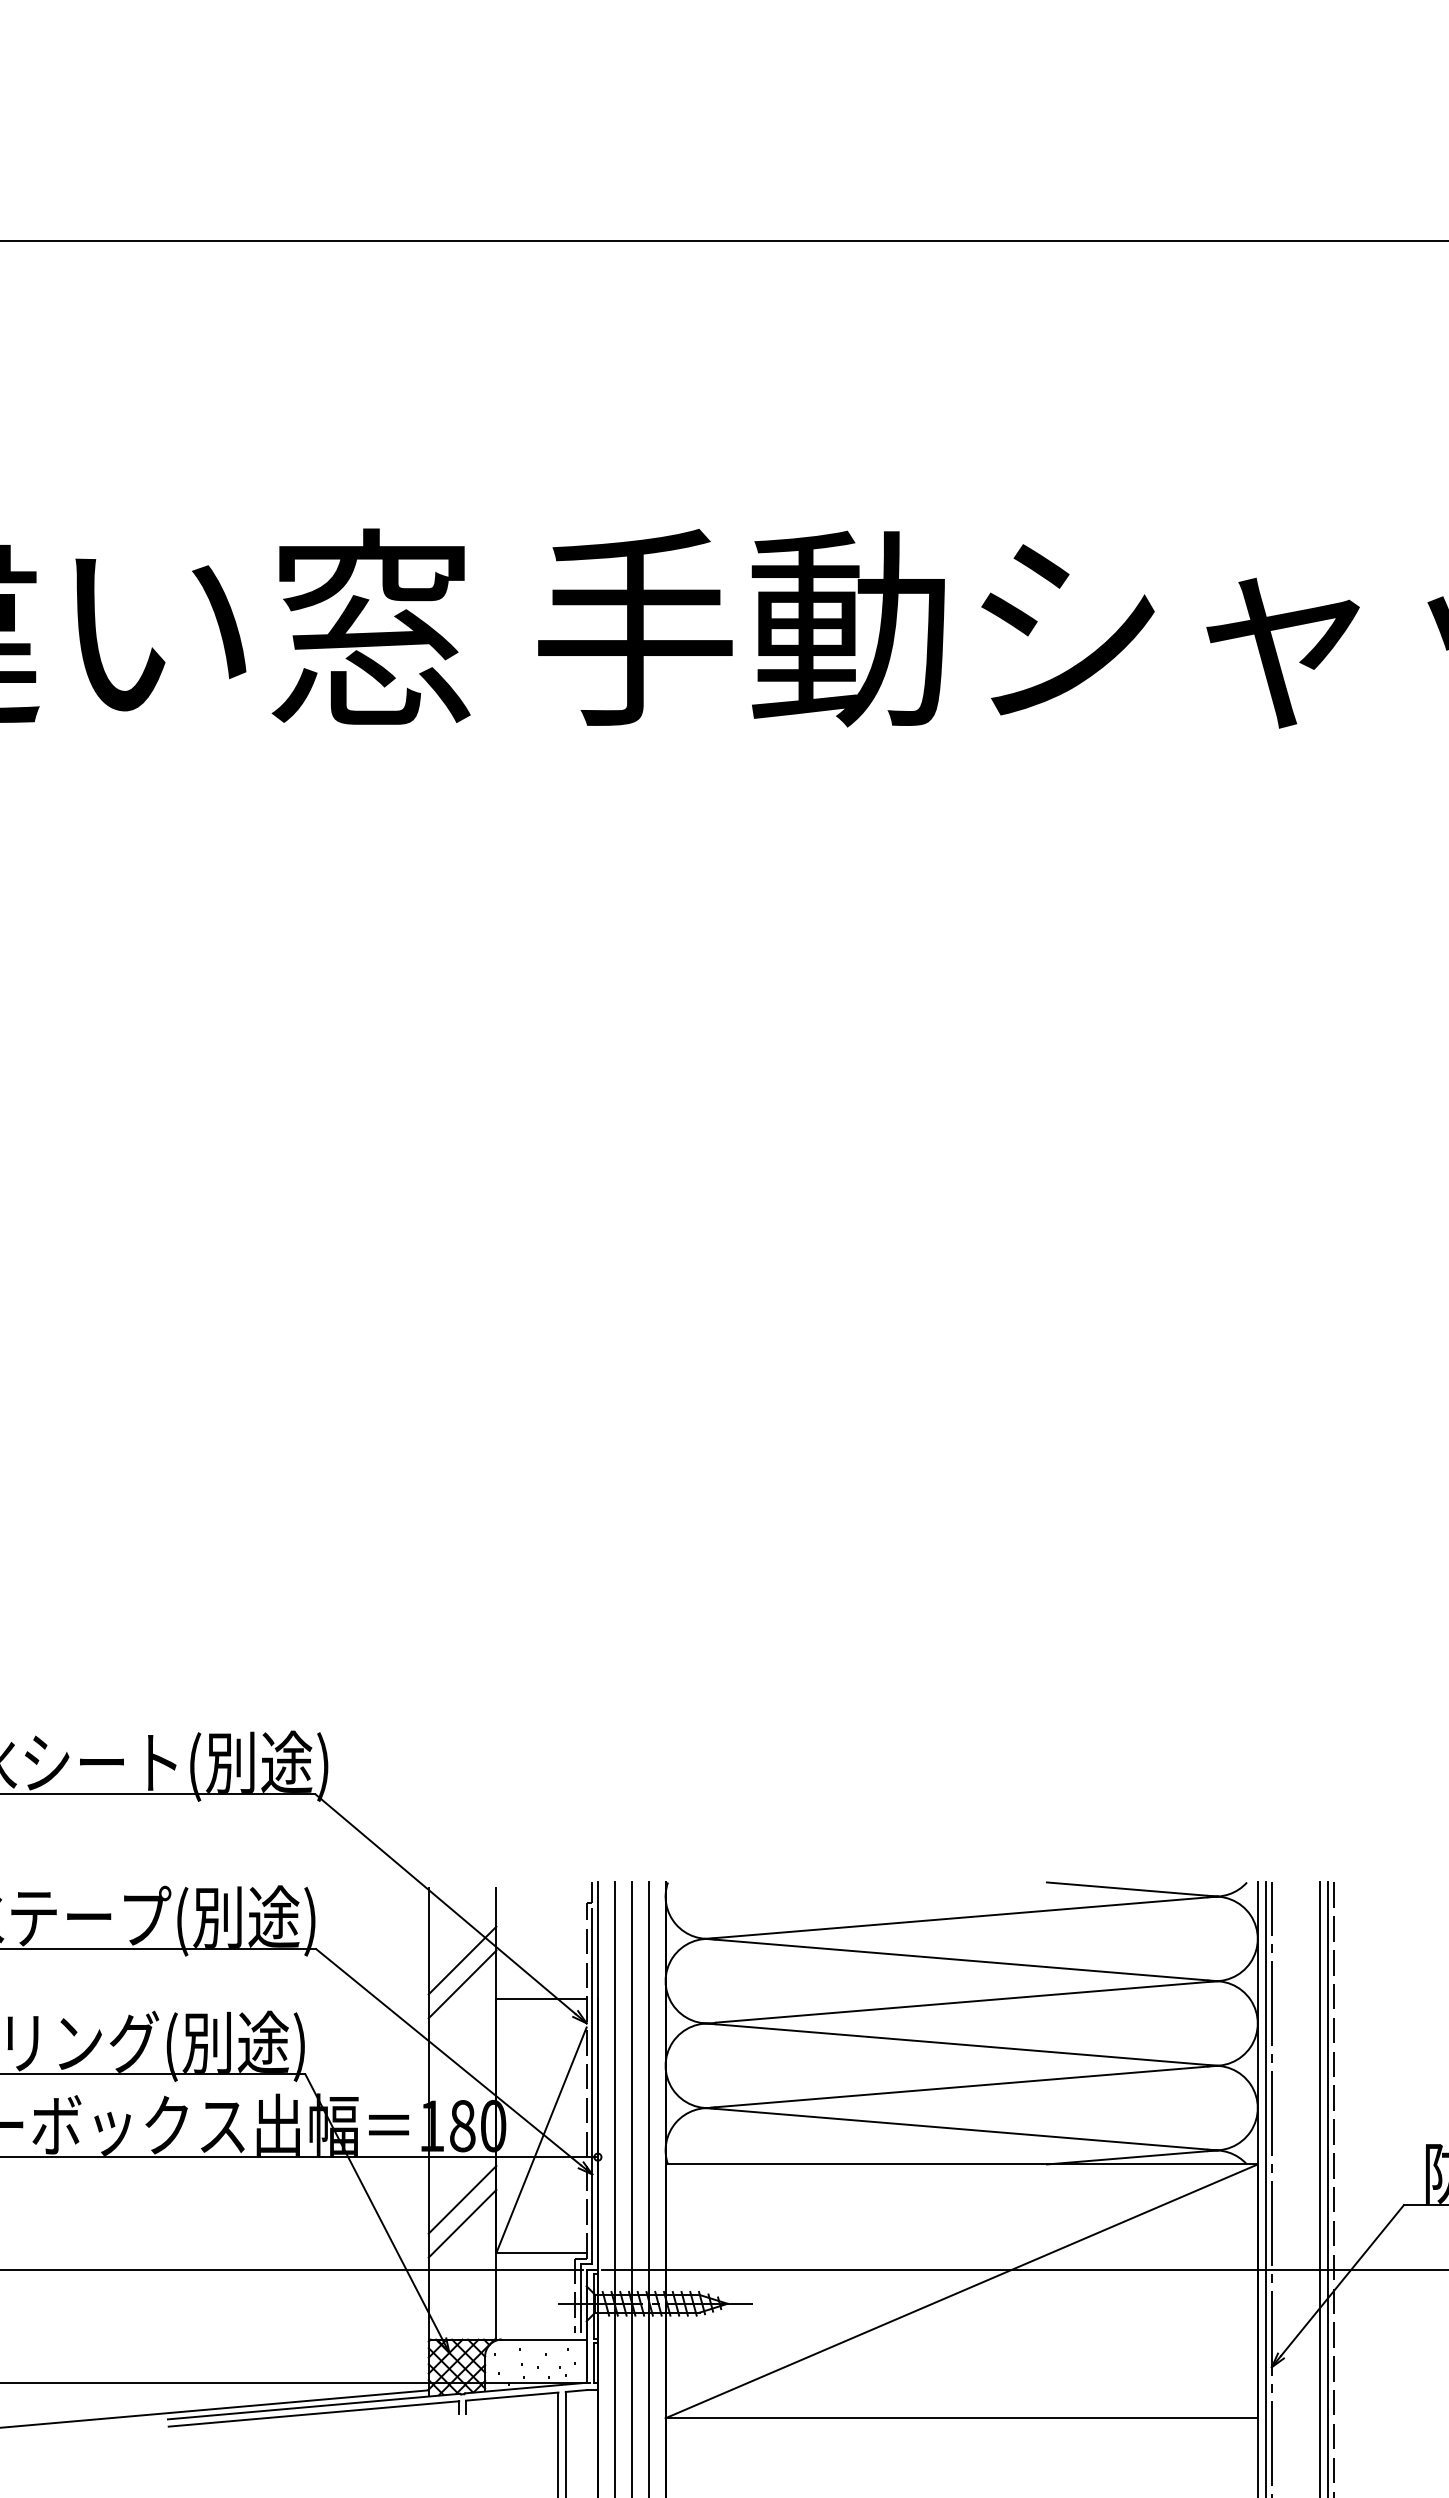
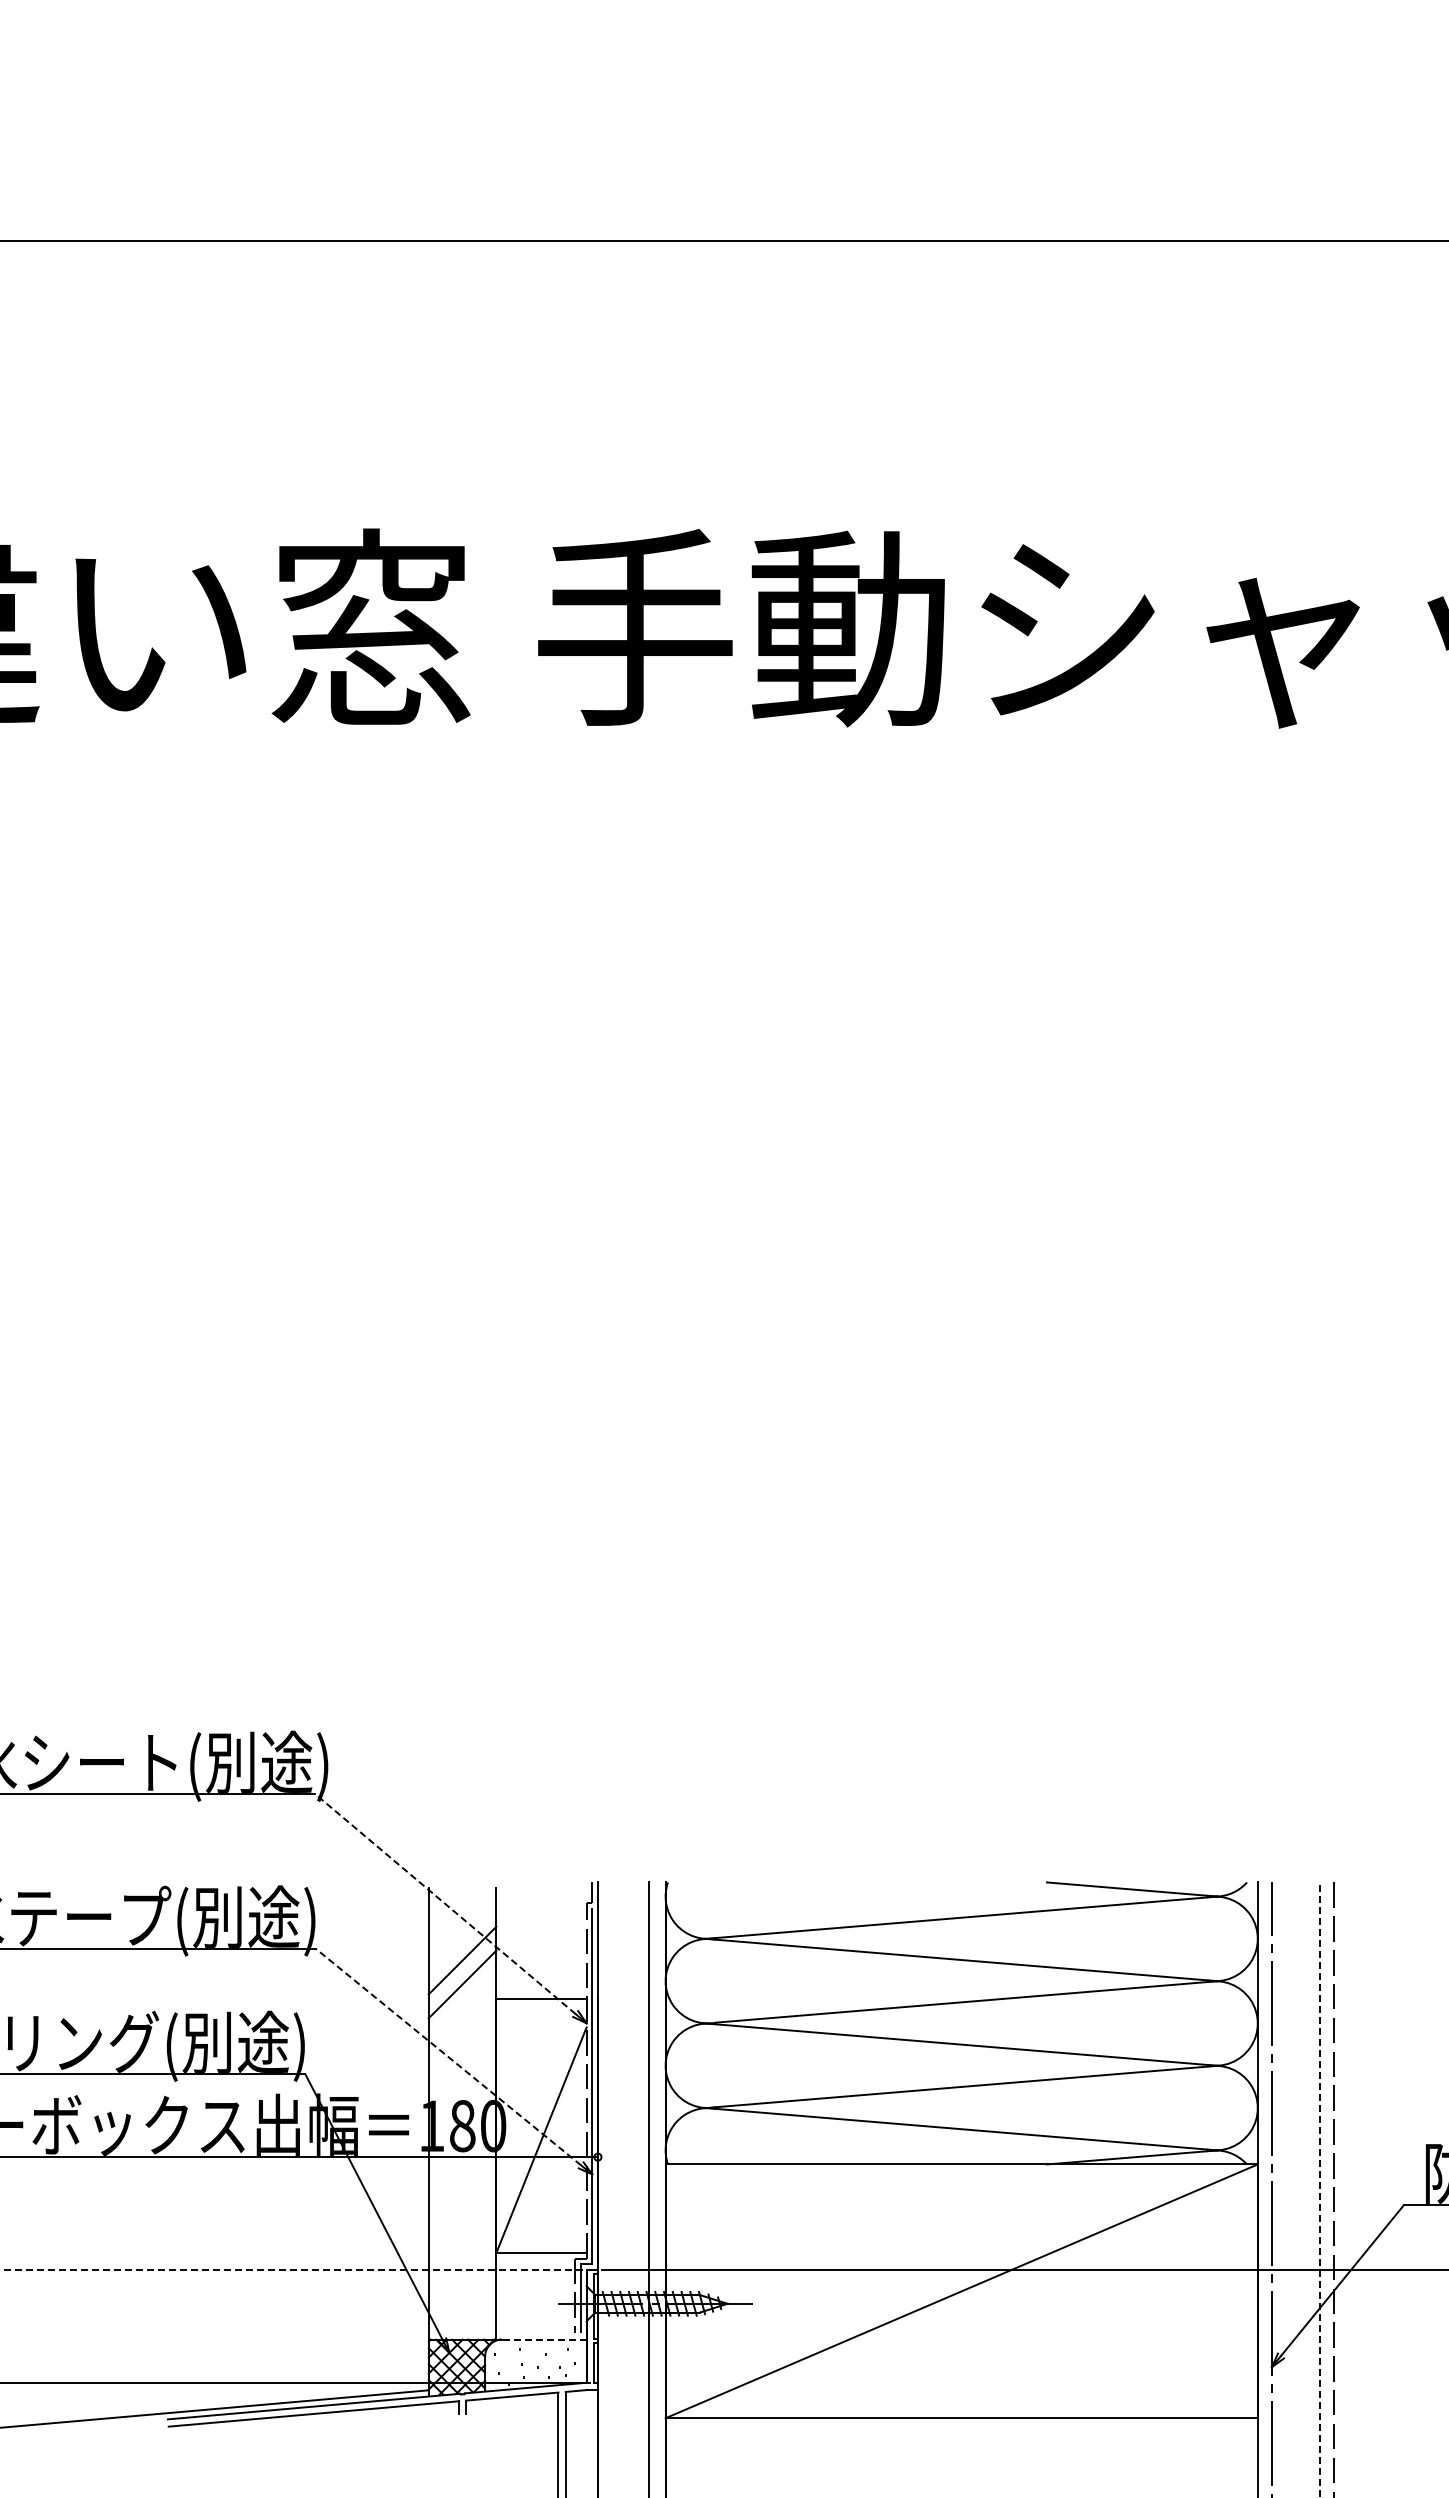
line at (445, 1903): solid -> dashed
line at (448, 2056): solid -> dashed
line at (614, 2188): present -> none
line at (631, 2188): present -> none
line at (1266, 2188): present -> none
line at (1328, 2188): present -> none
line at (1319, 2189): solid -> dashed
line at (462, 2199): present -> none
line at (462, 2223): present -> none
line at (290, 2269): solid -> dashed
line at (543, 2339): solid -> dashed
